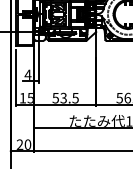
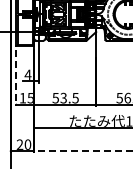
line at (16, 78): solid -> dashed
line at (82, 151): solid -> dashed
